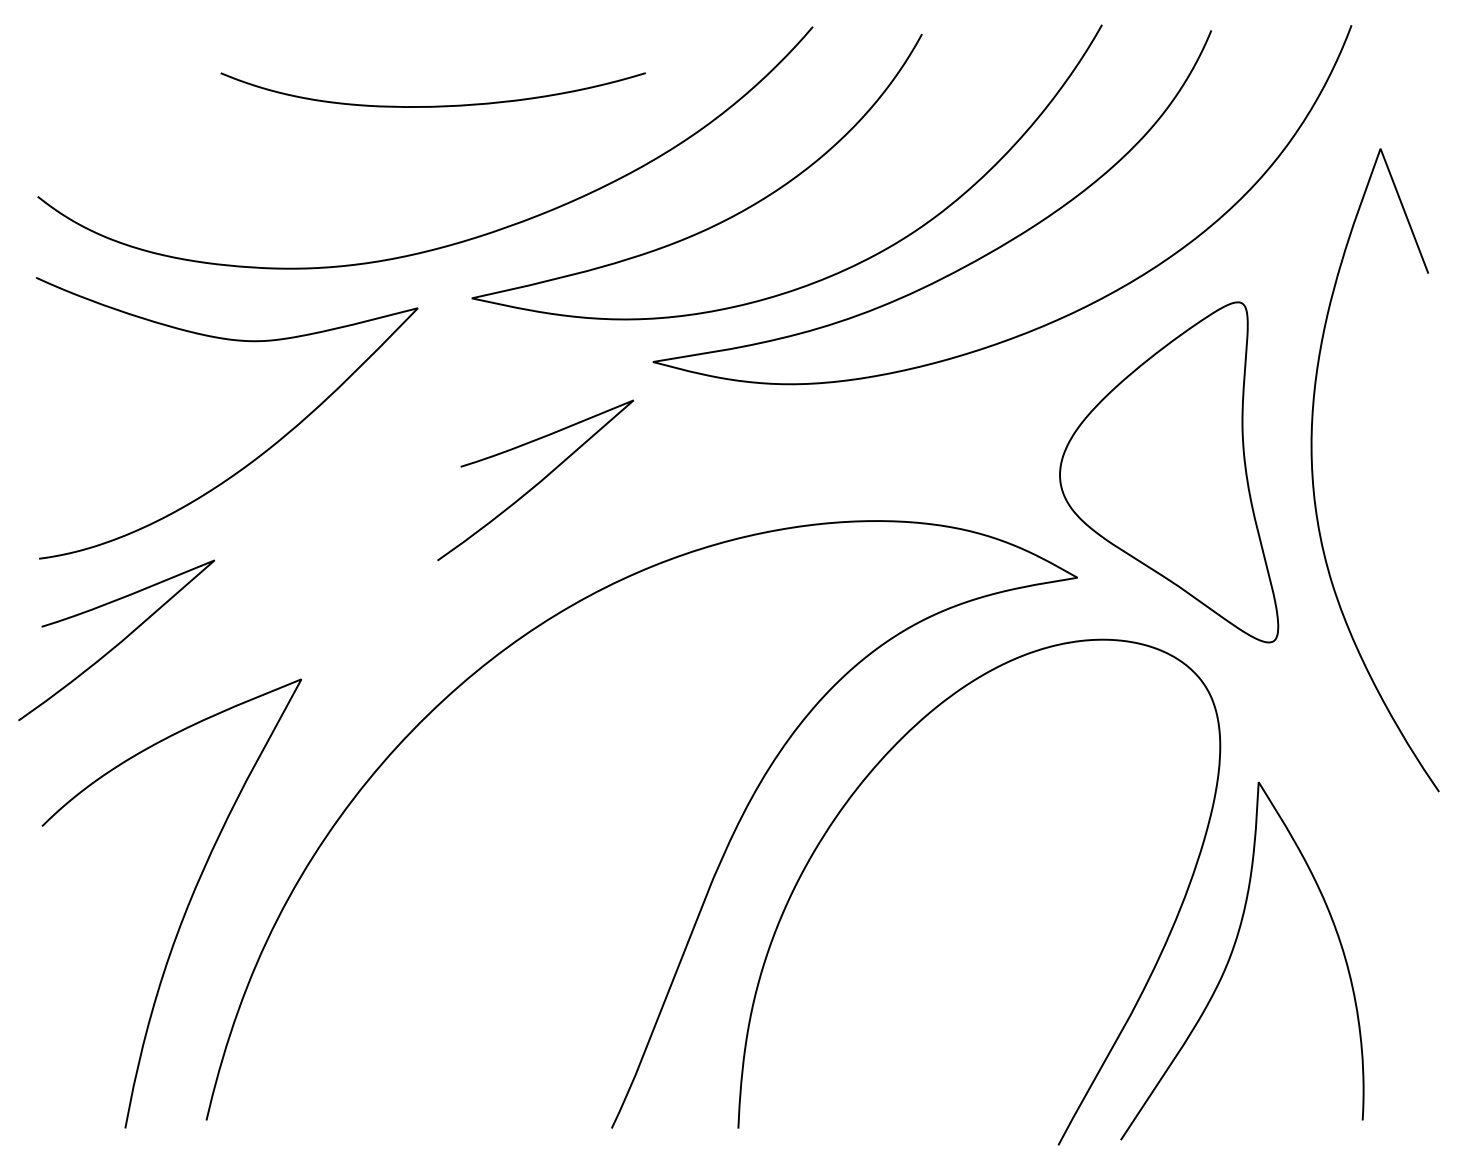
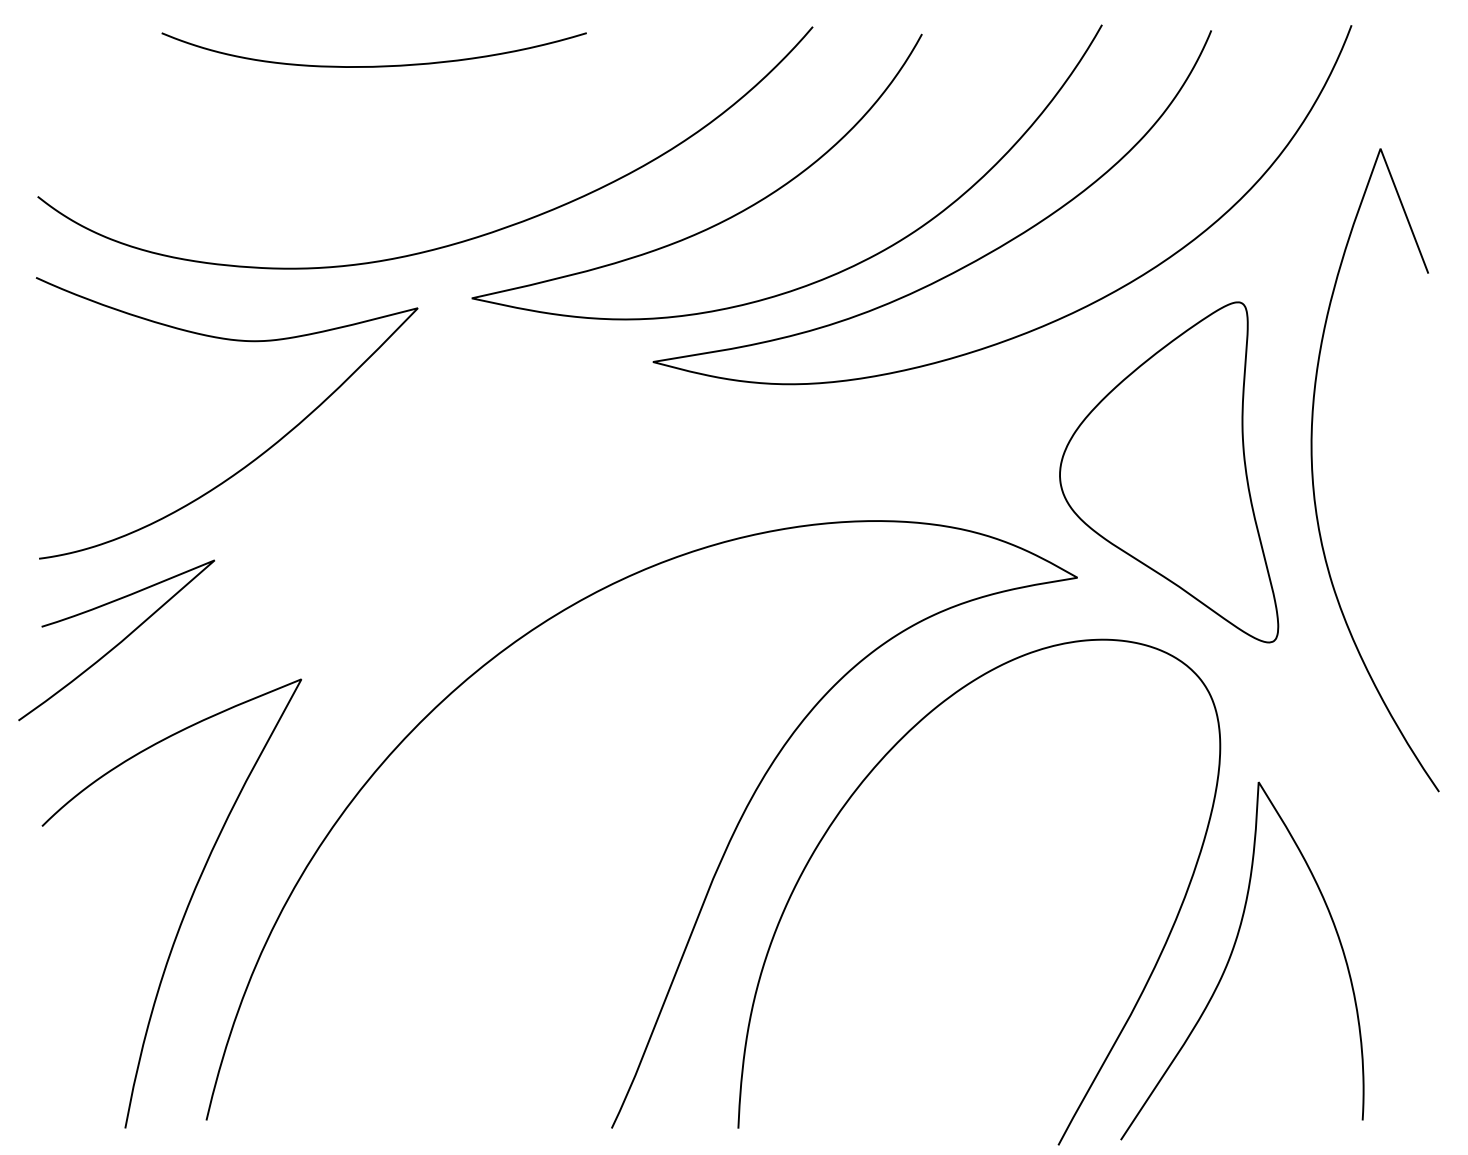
curve at (432, 105) position: (432, 105) -> (373, 65)
curve at (536, 483): present -> none
